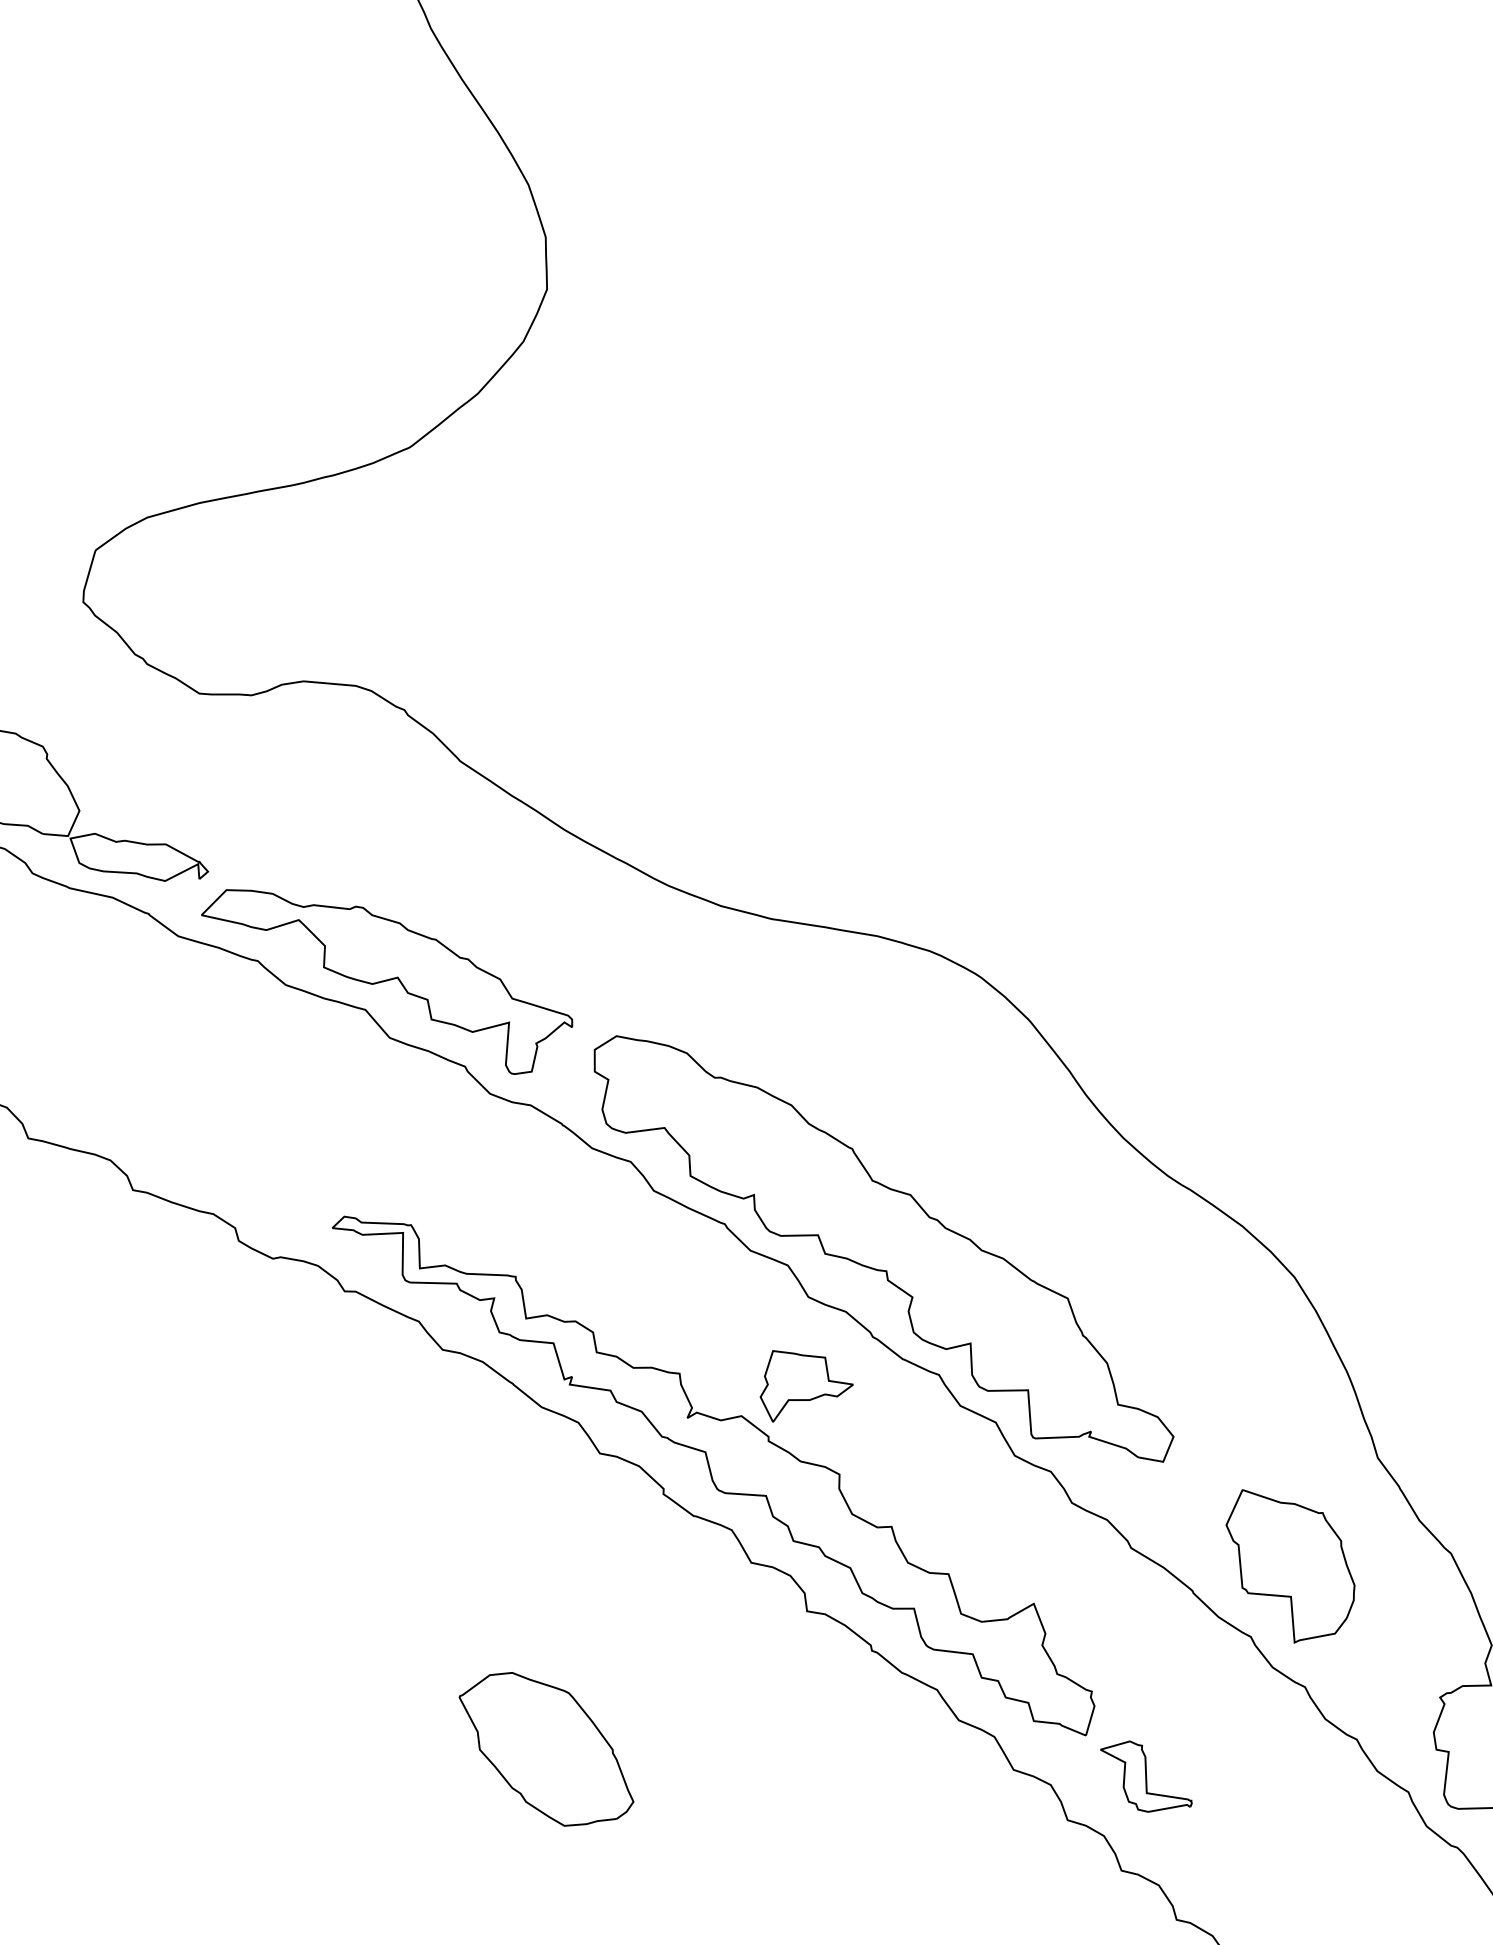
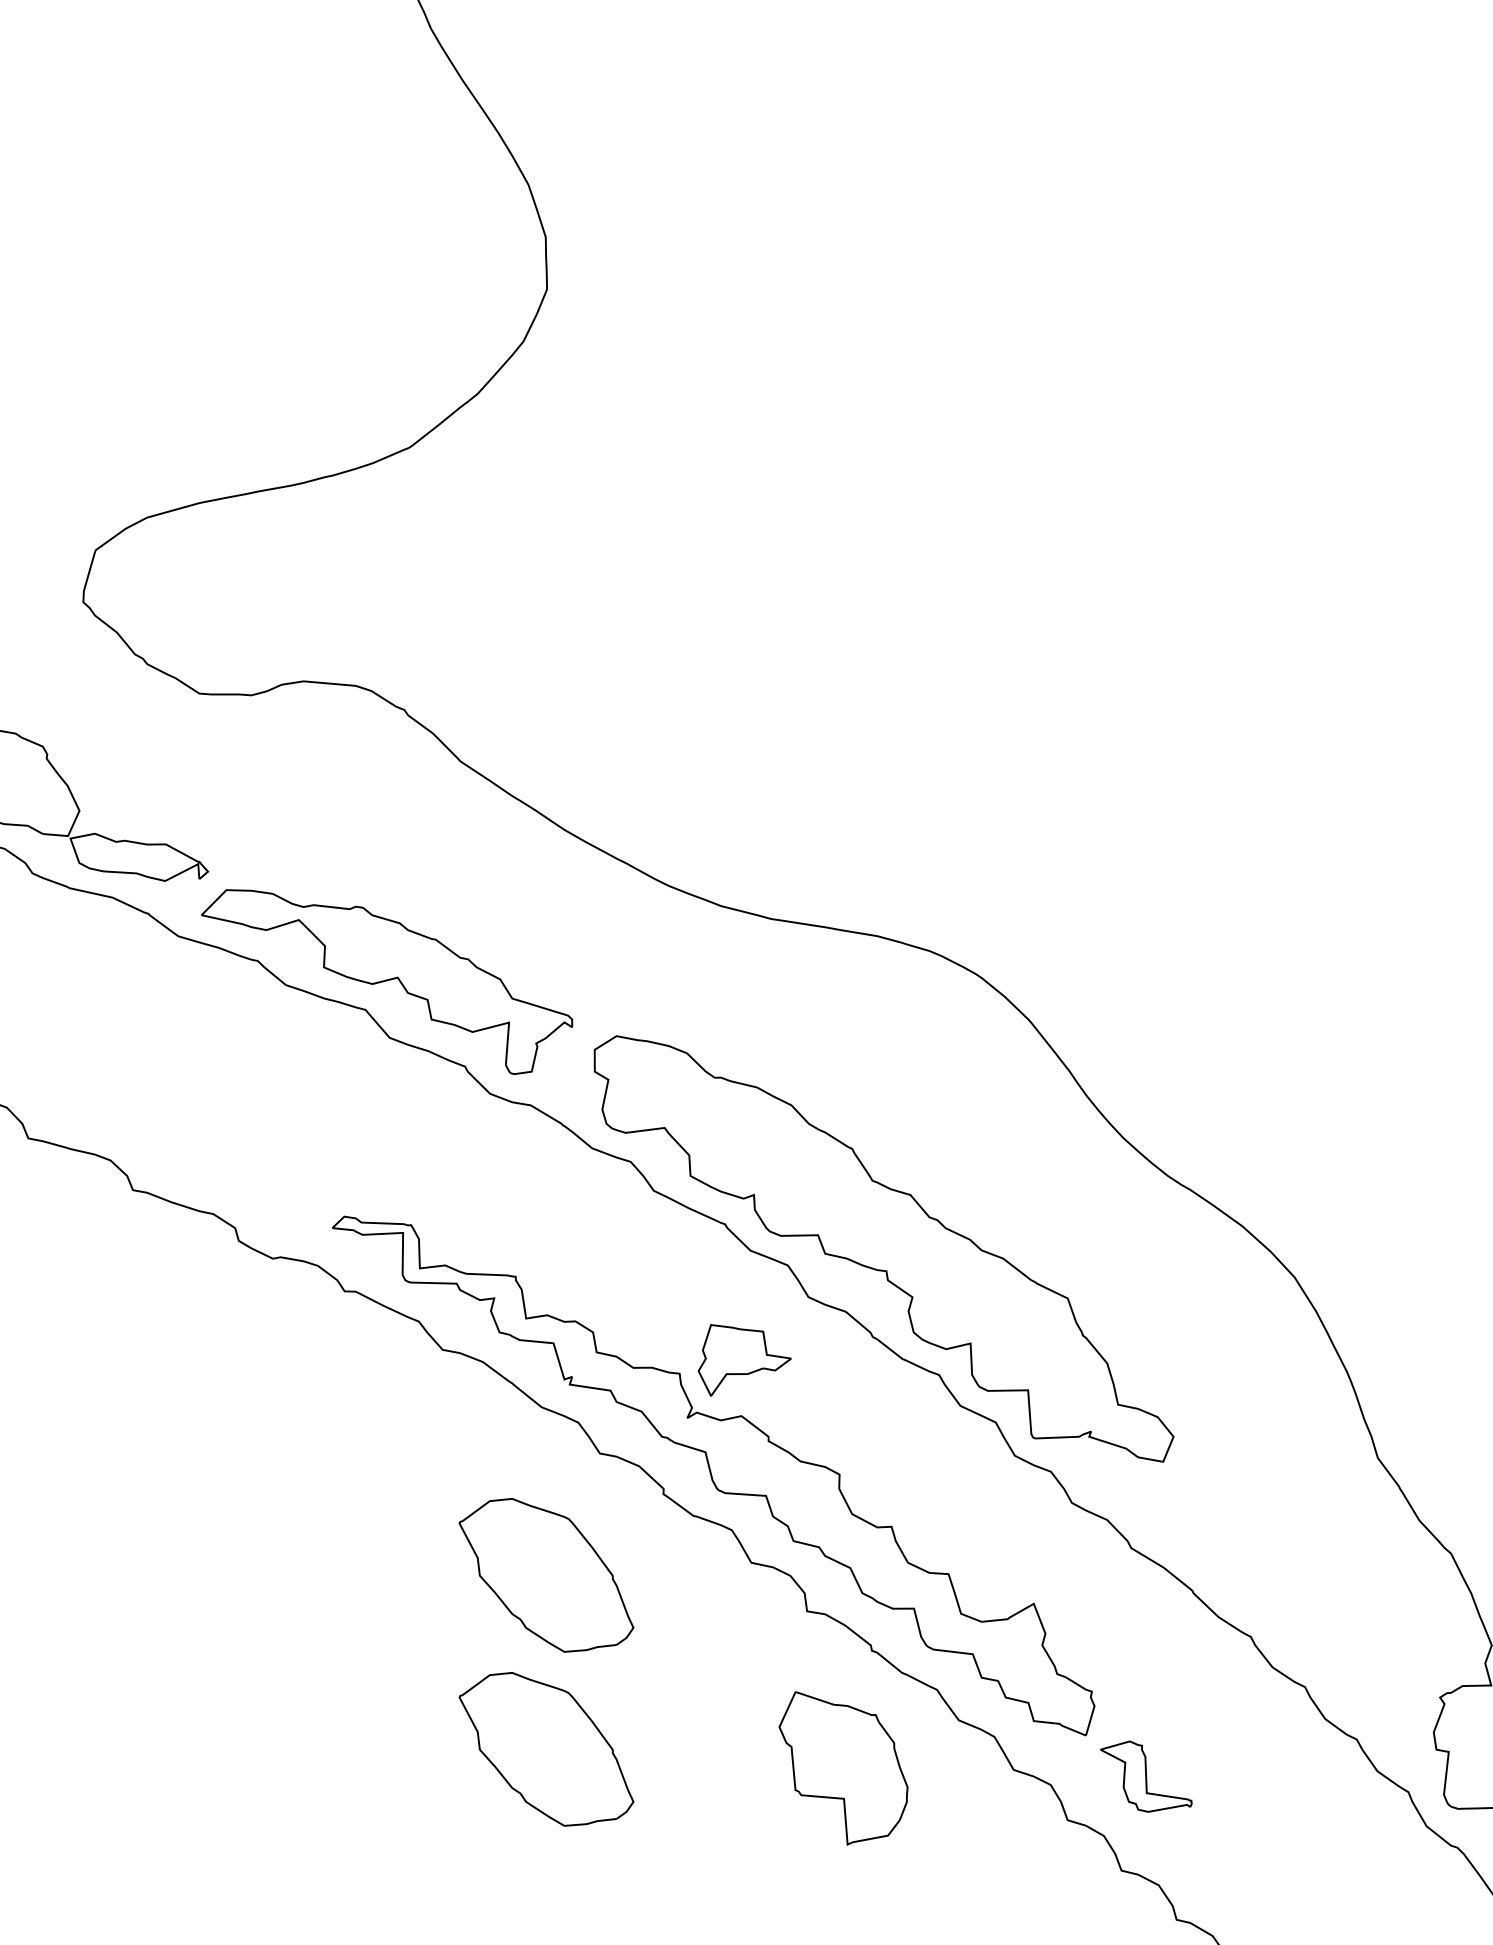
part at (806, 1386) position: (806, 1386) -> (744, 1360)
part at (1290, 1566) position: (1290, 1566) -> (843, 1768)
part at (546, 1575): none -> present
